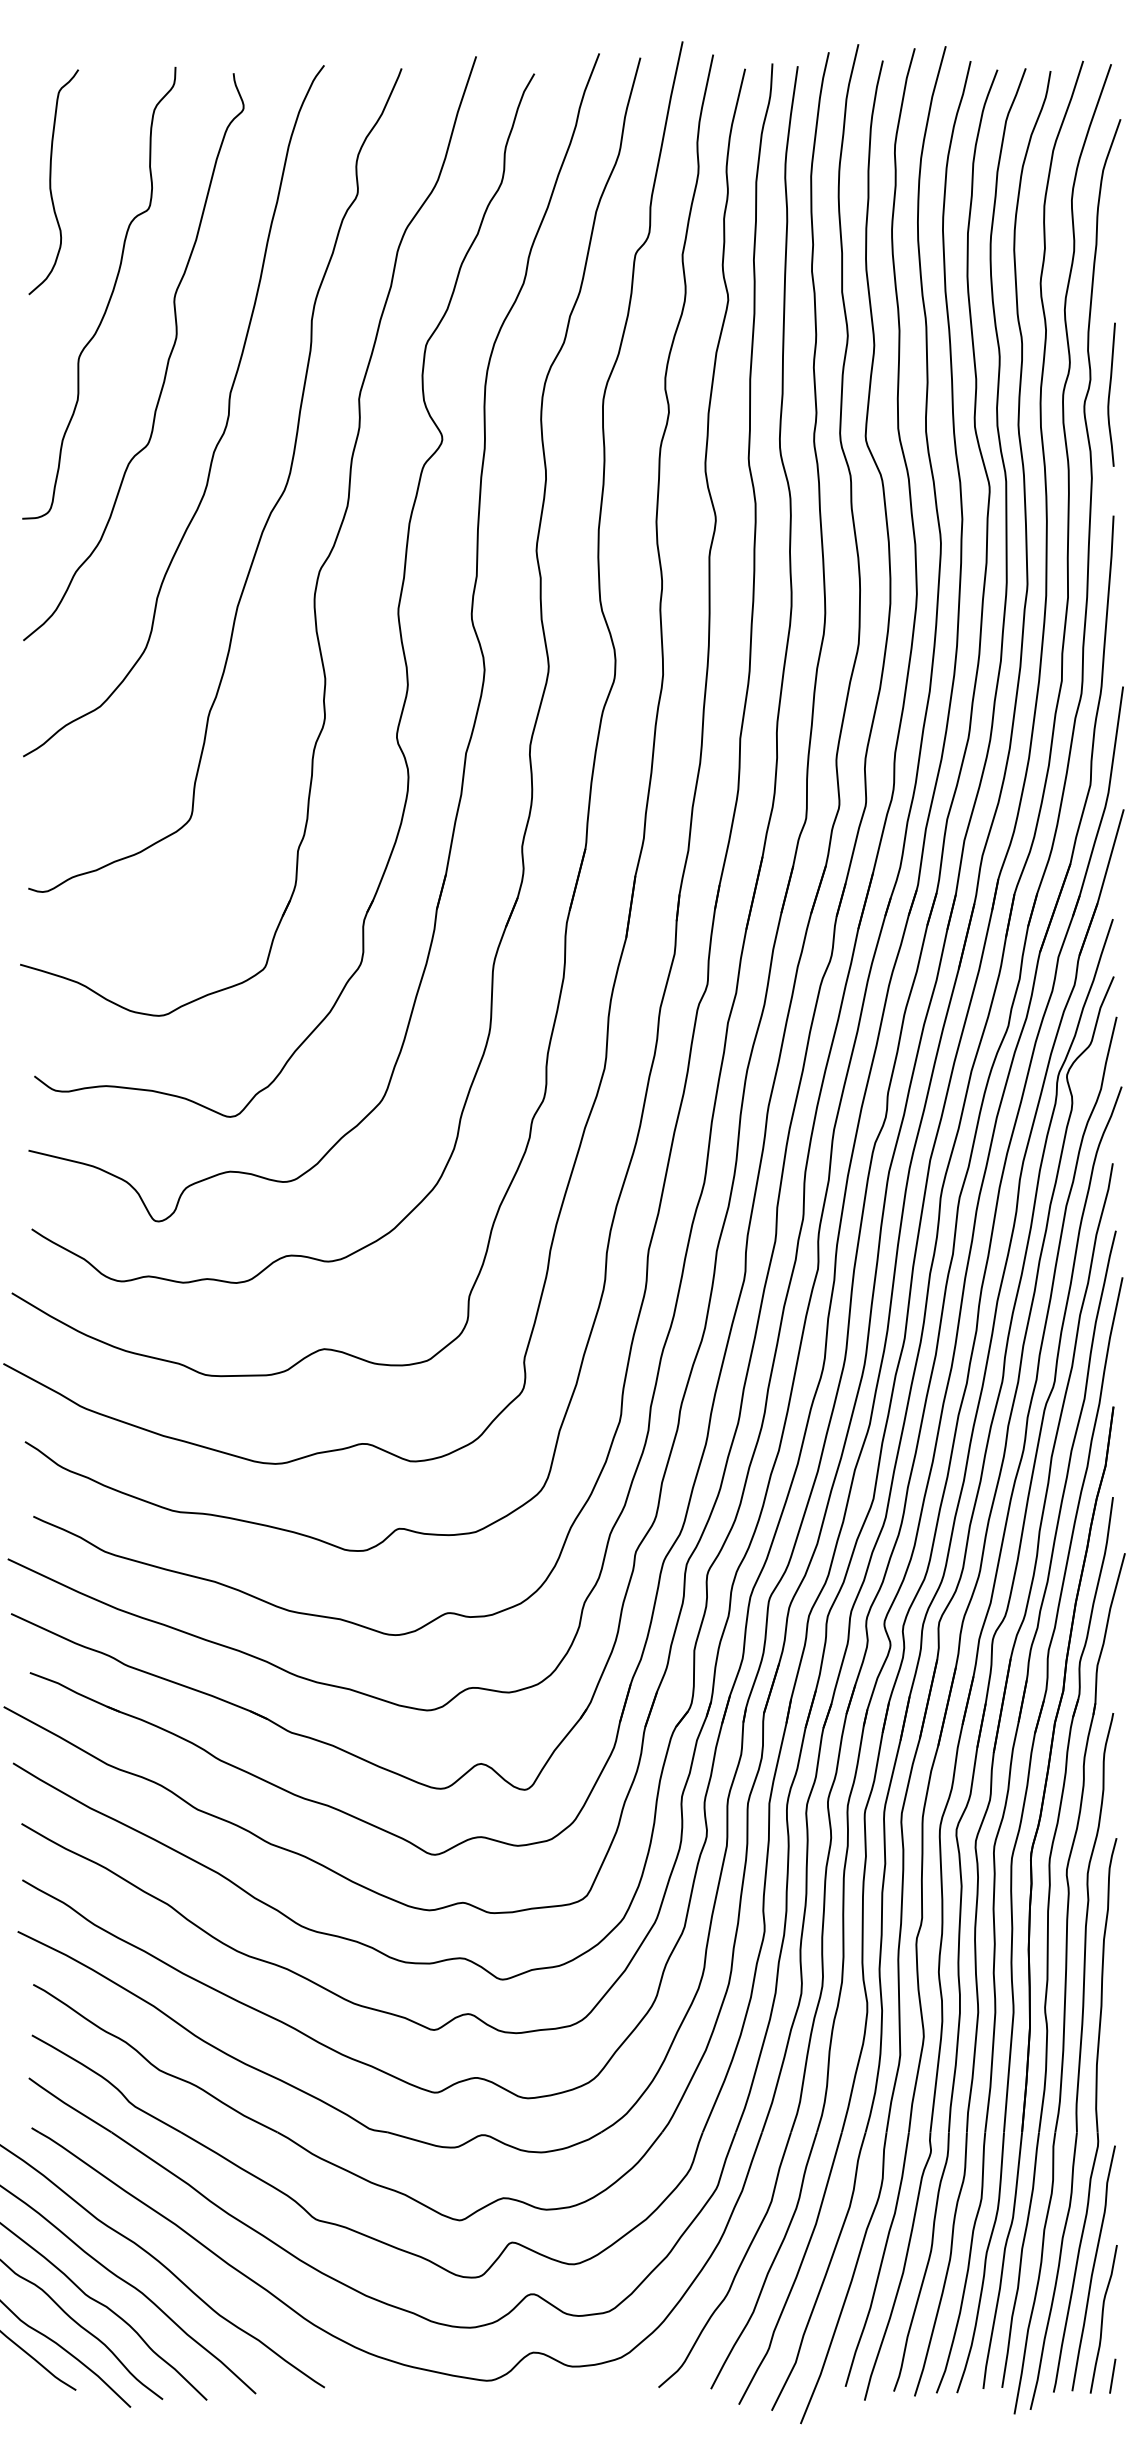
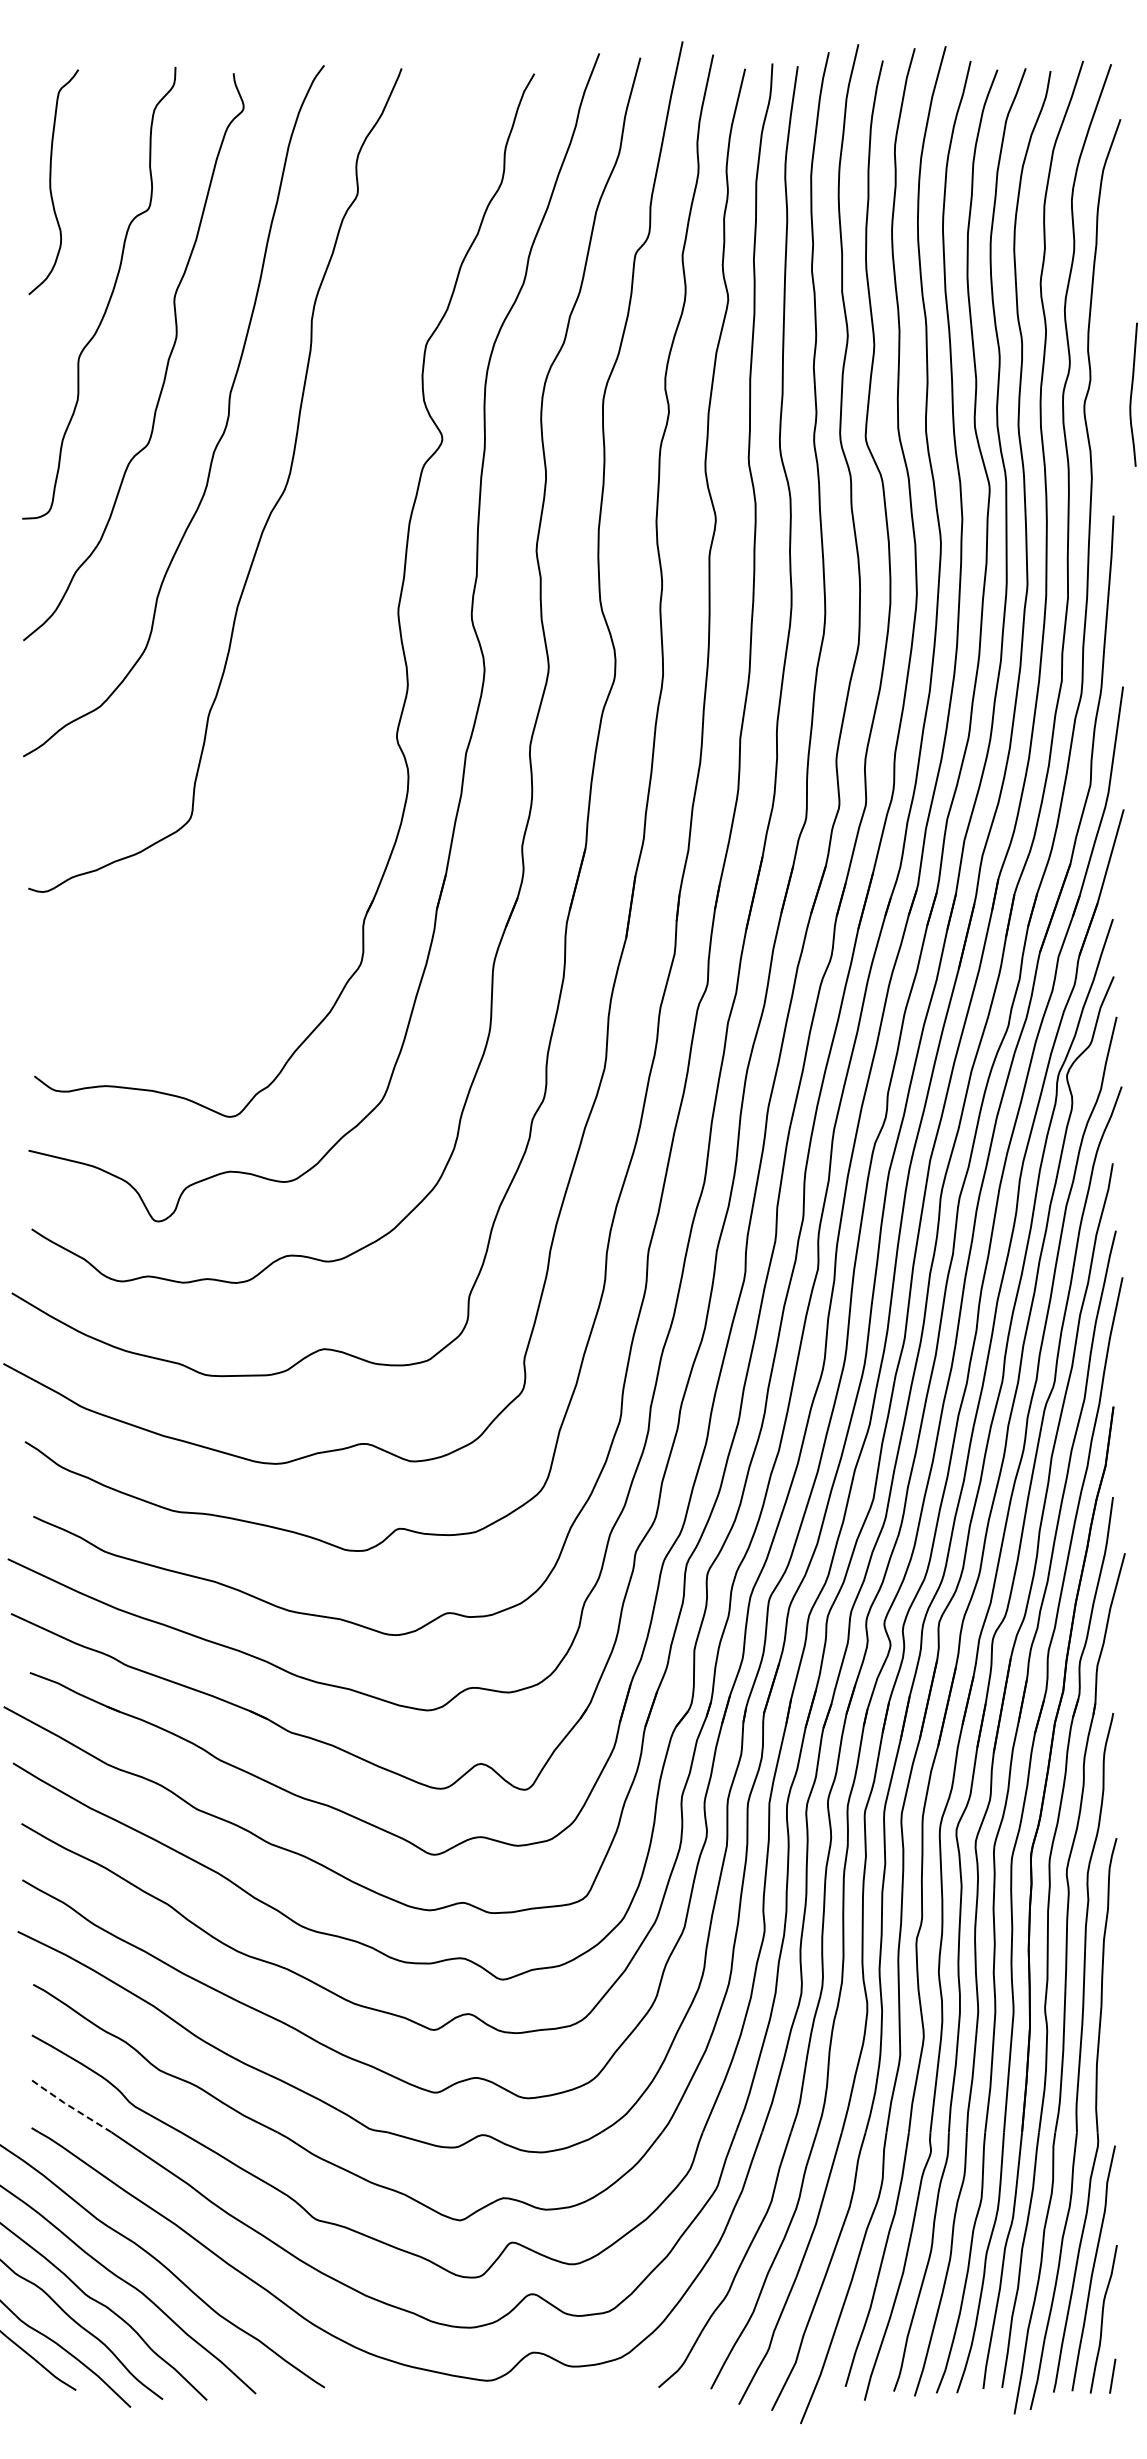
curve at (1110, 394) position: (1110, 394) -> (1132, 394)
part at (318, 571): present -> none
line at (68, 2105): solid -> dashed
